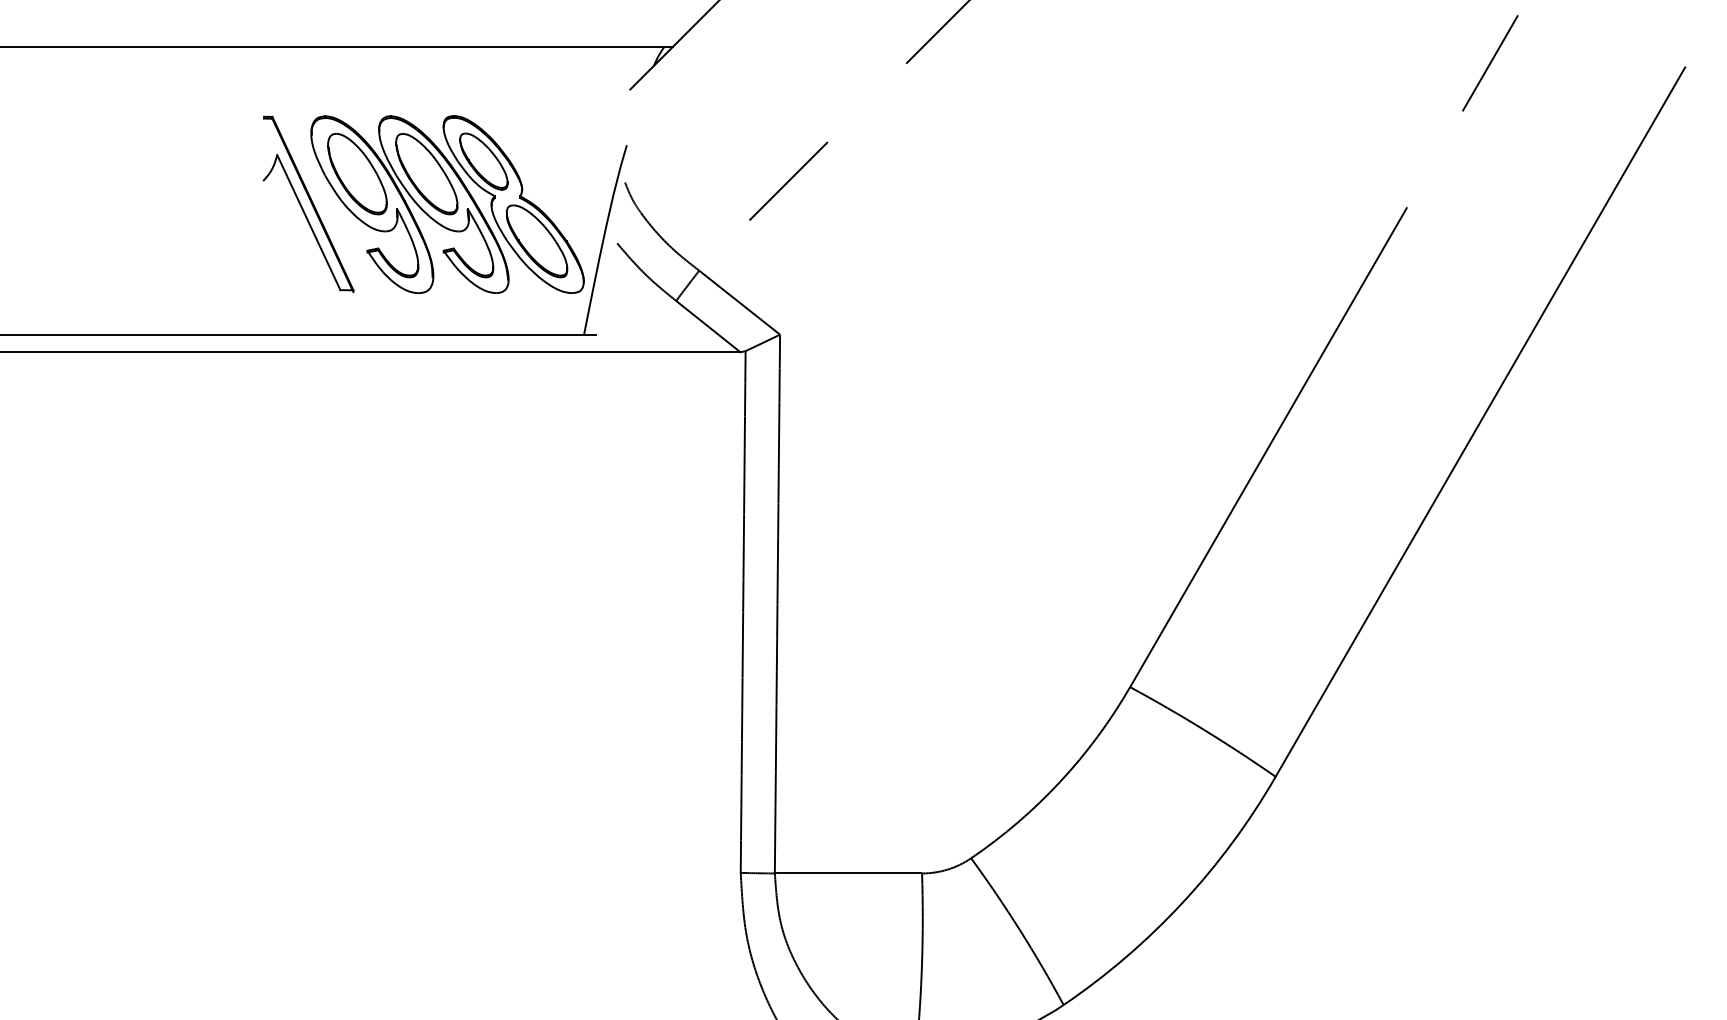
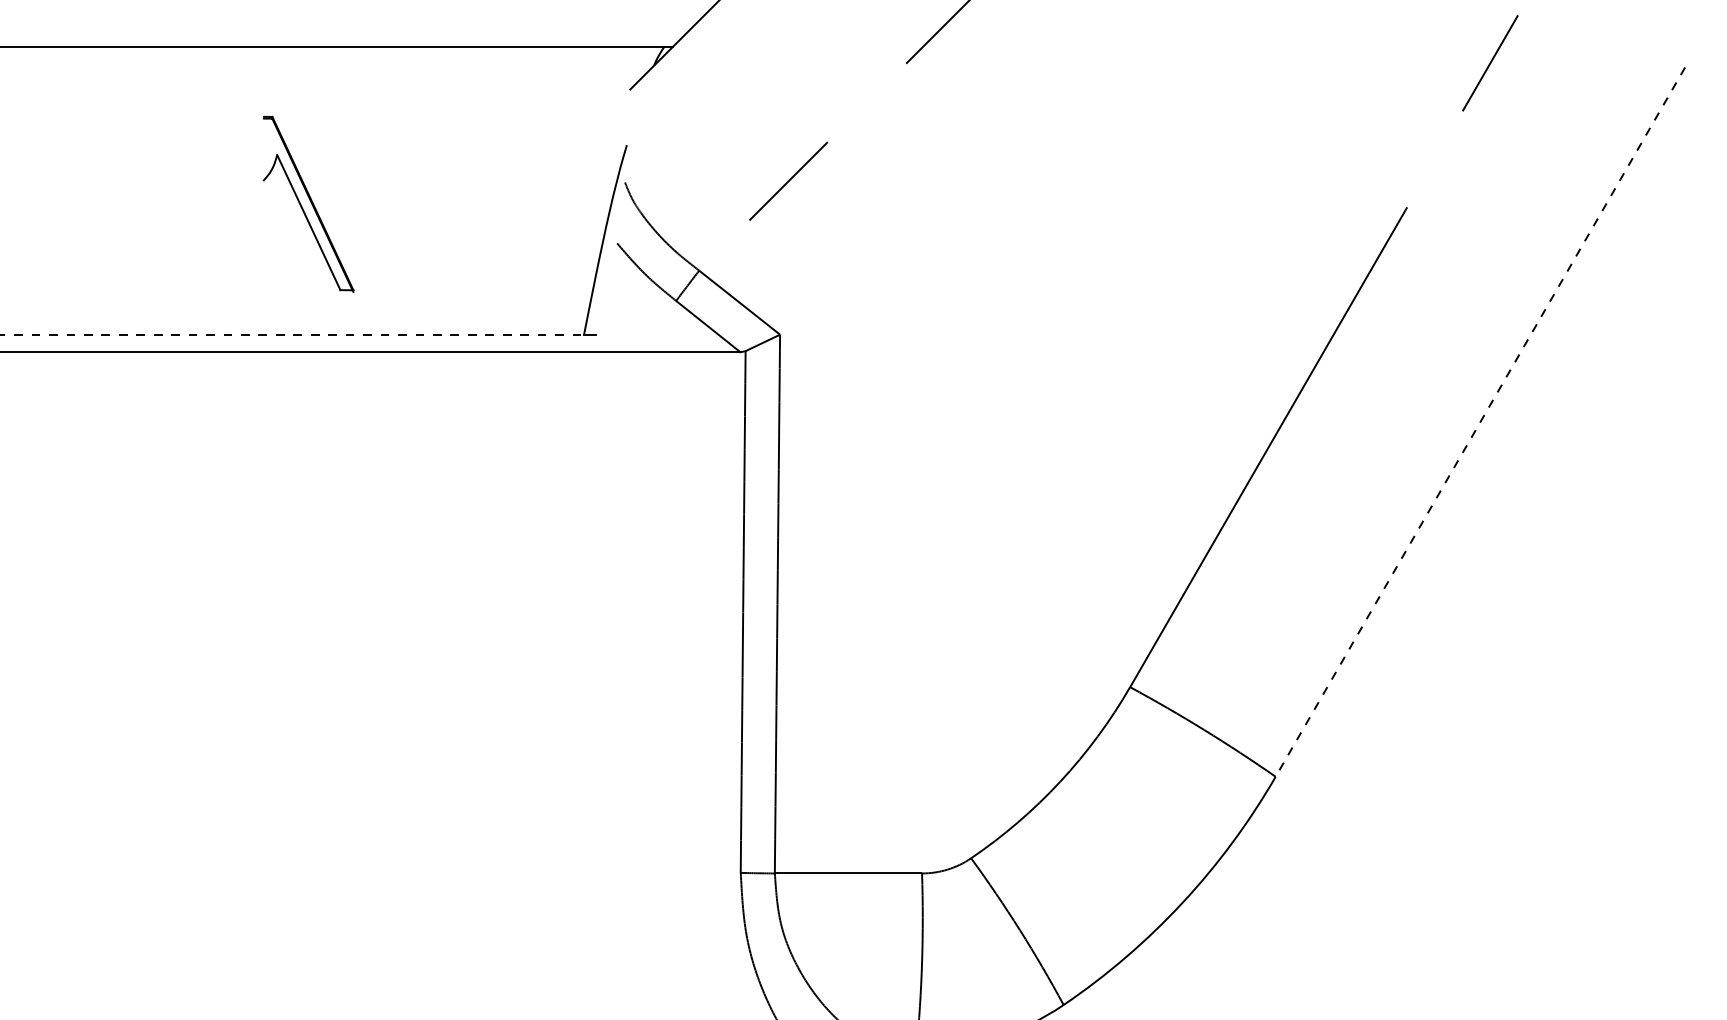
part at (447, 204): present -> none
line at (292, 334): solid -> dashed
line at (1480, 422): solid -> dashed
